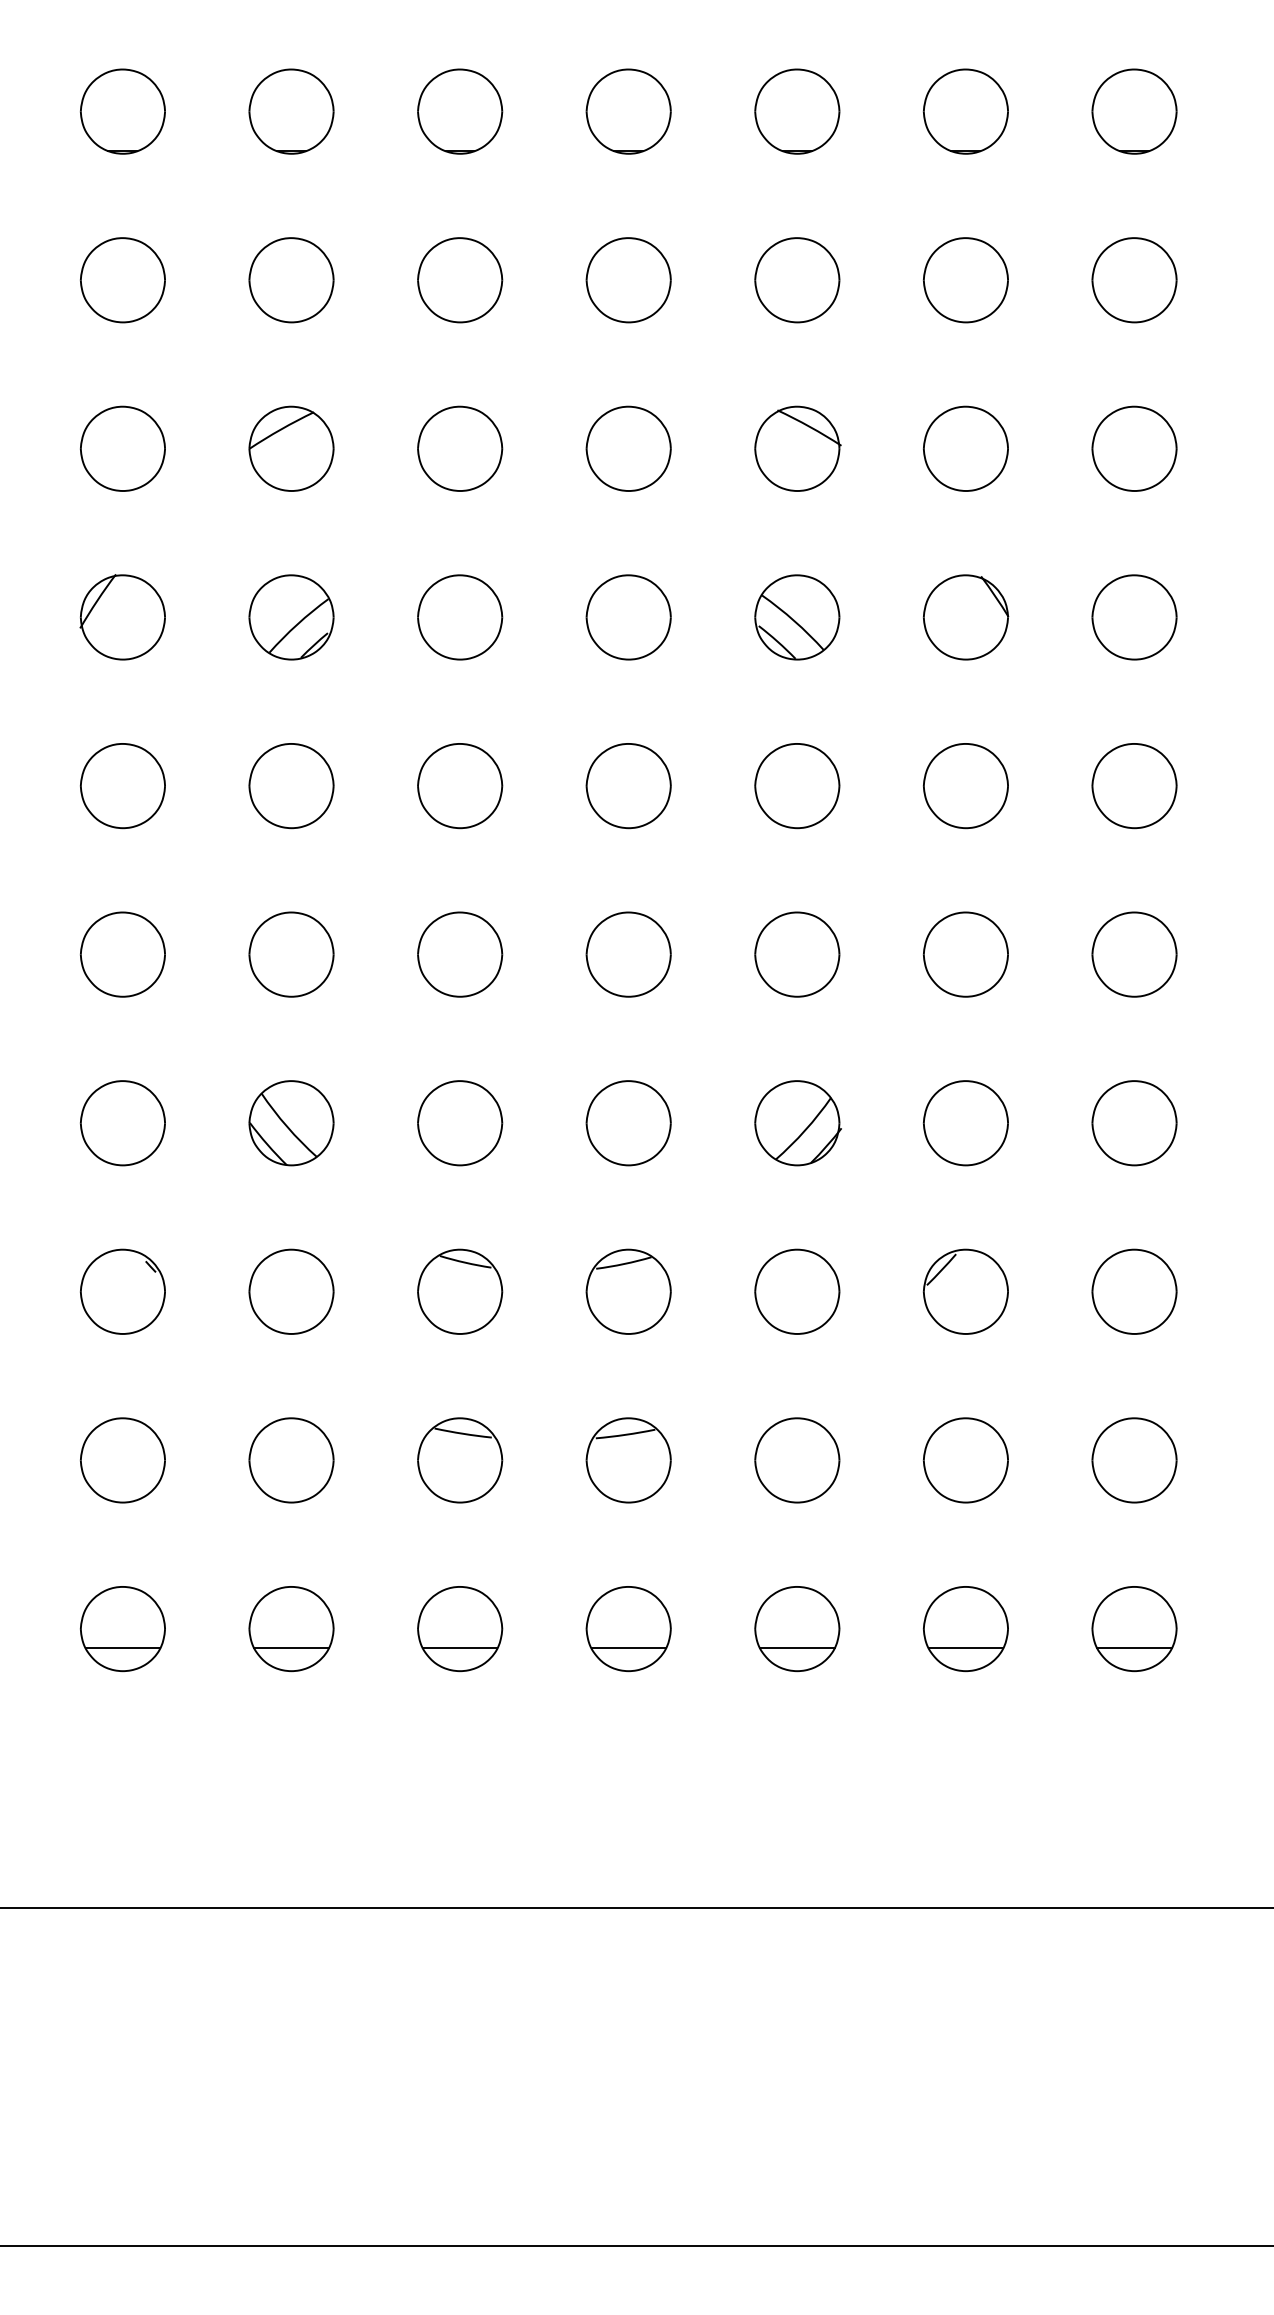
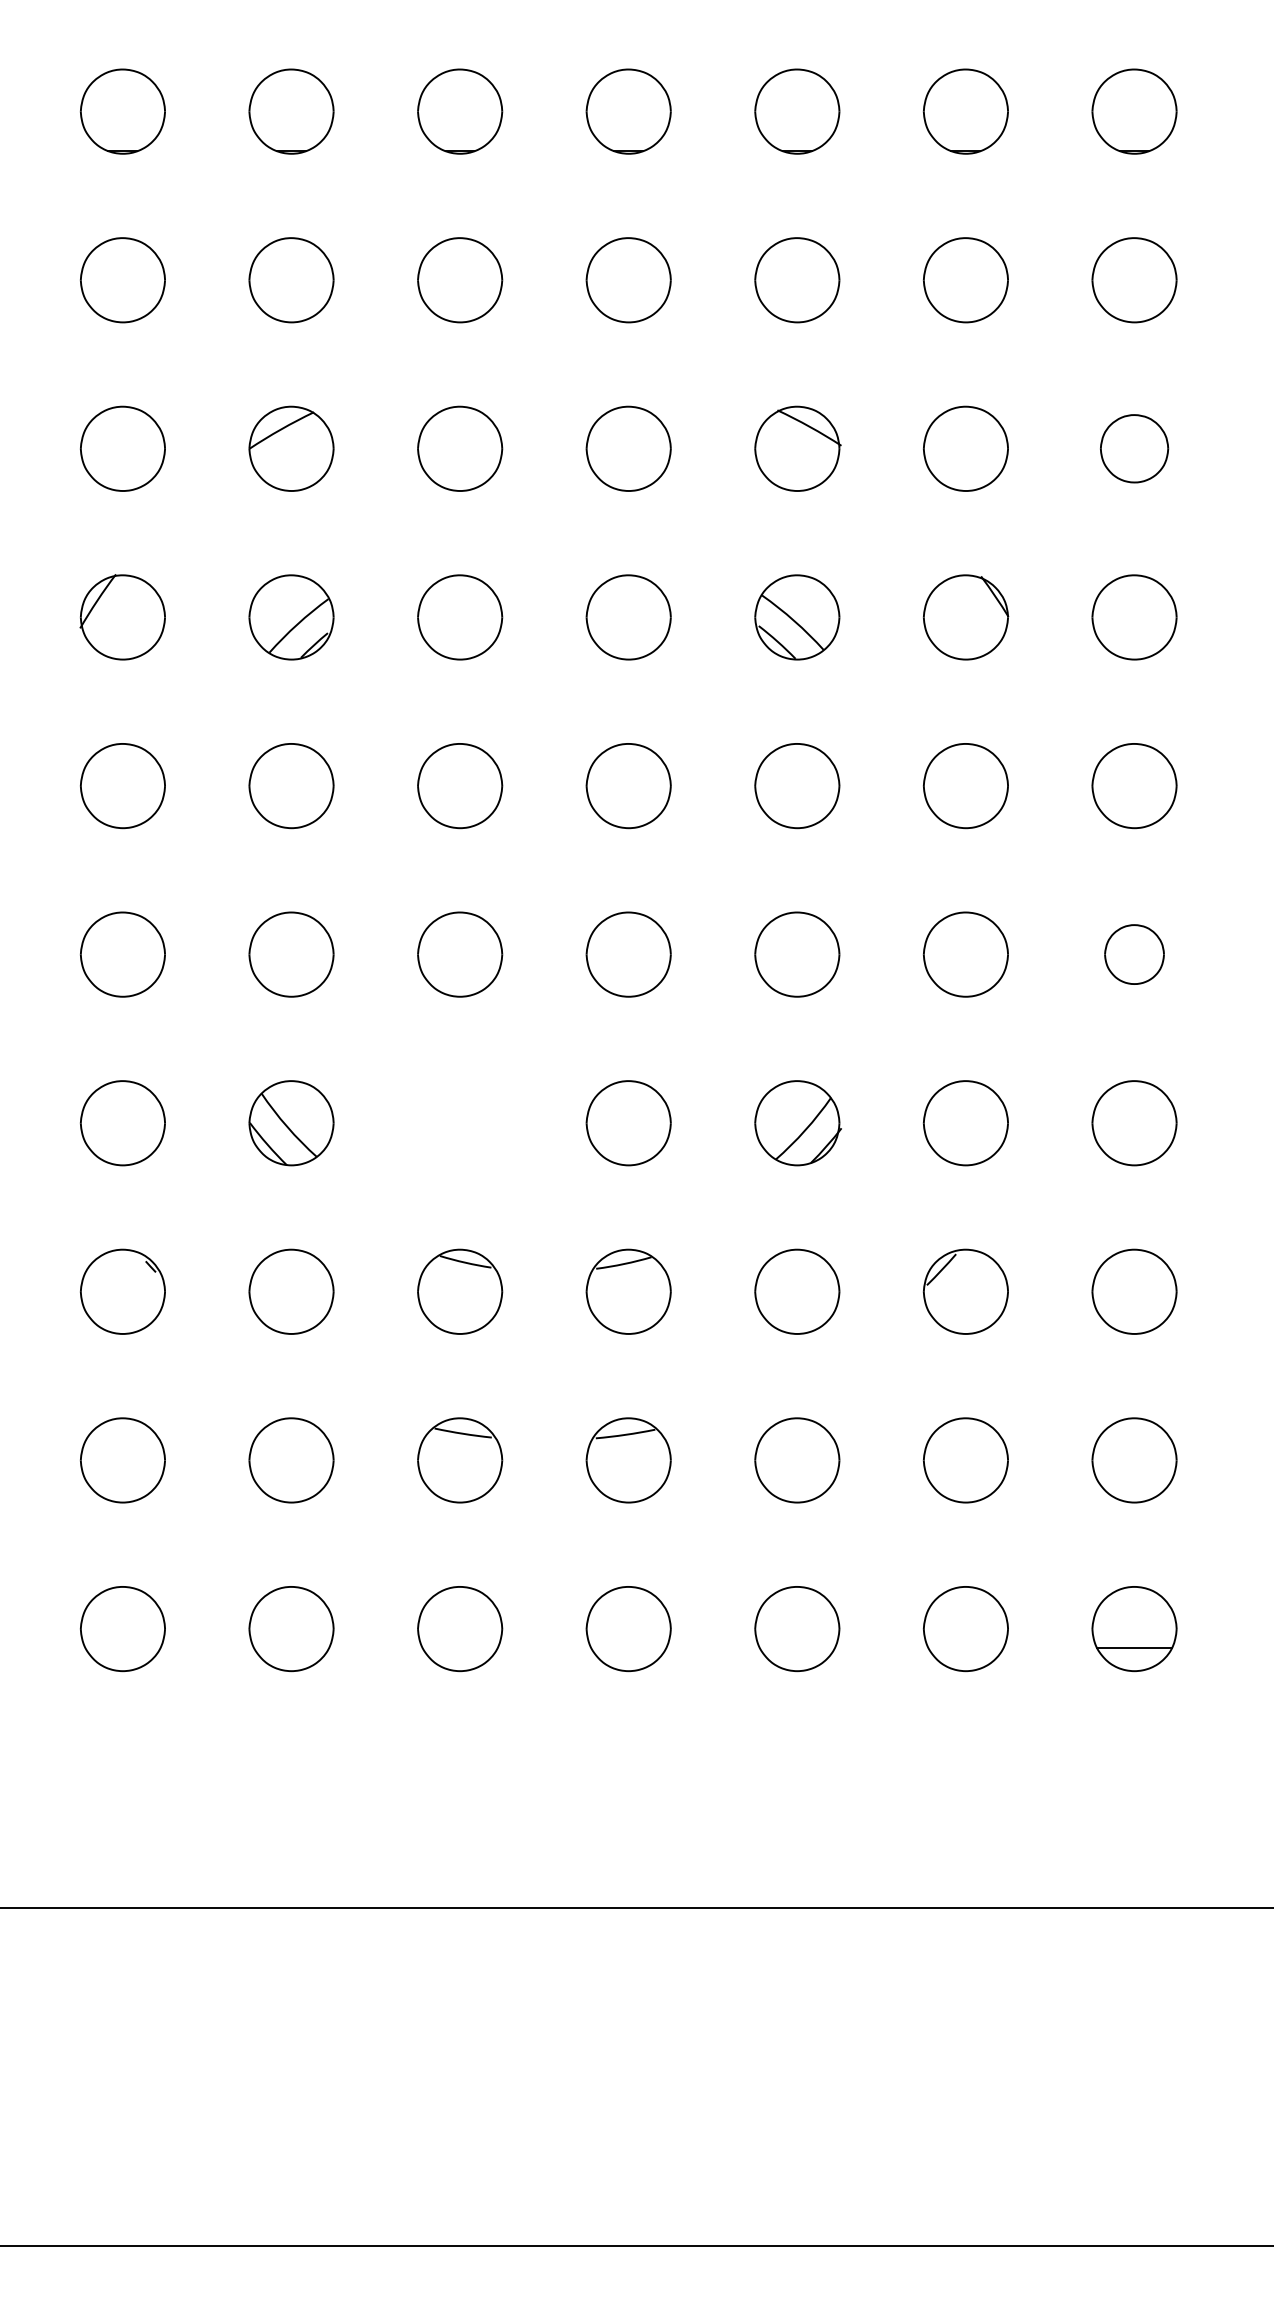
part at (1134, 448) size: 87x87 px -> 70x70 px
part at (1134, 954) size: 87x87 px -> 61x61 px
part at (460, 1123): present -> none
line at (122, 1648): present -> none
line at (291, 1648): present -> none
line at (460, 1648): present -> none
line at (628, 1648): present -> none
line at (797, 1648): present -> none
line at (965, 1648): present -> none
